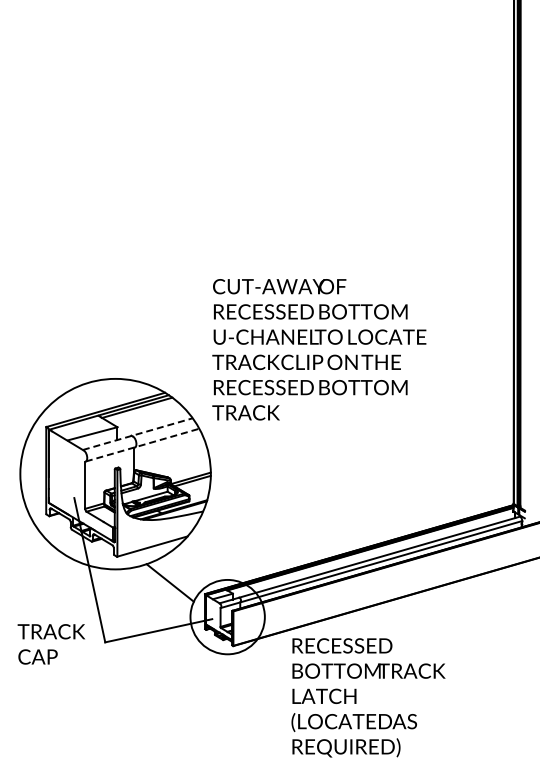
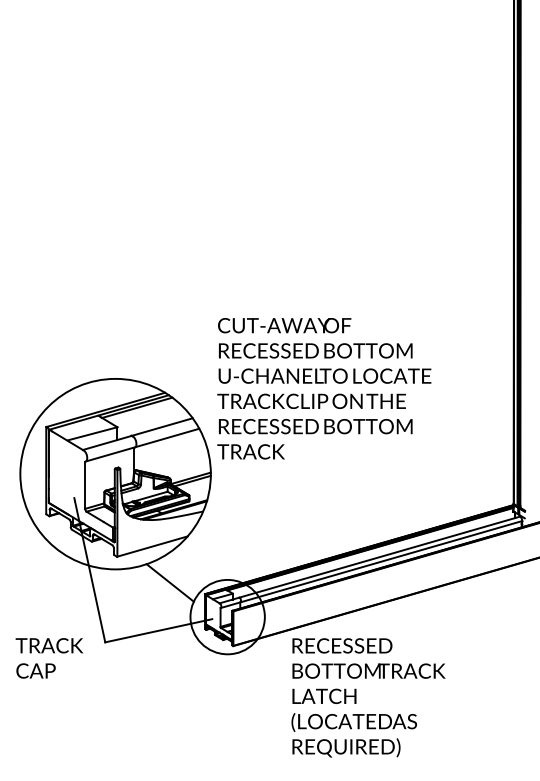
text at (319, 349) position: (319, 349) -> (324, 388)
line at (138, 434): dashed -> solid
line at (143, 444): dashed -> solid
text at (50, 644) position: (50, 644) -> (48, 658)
